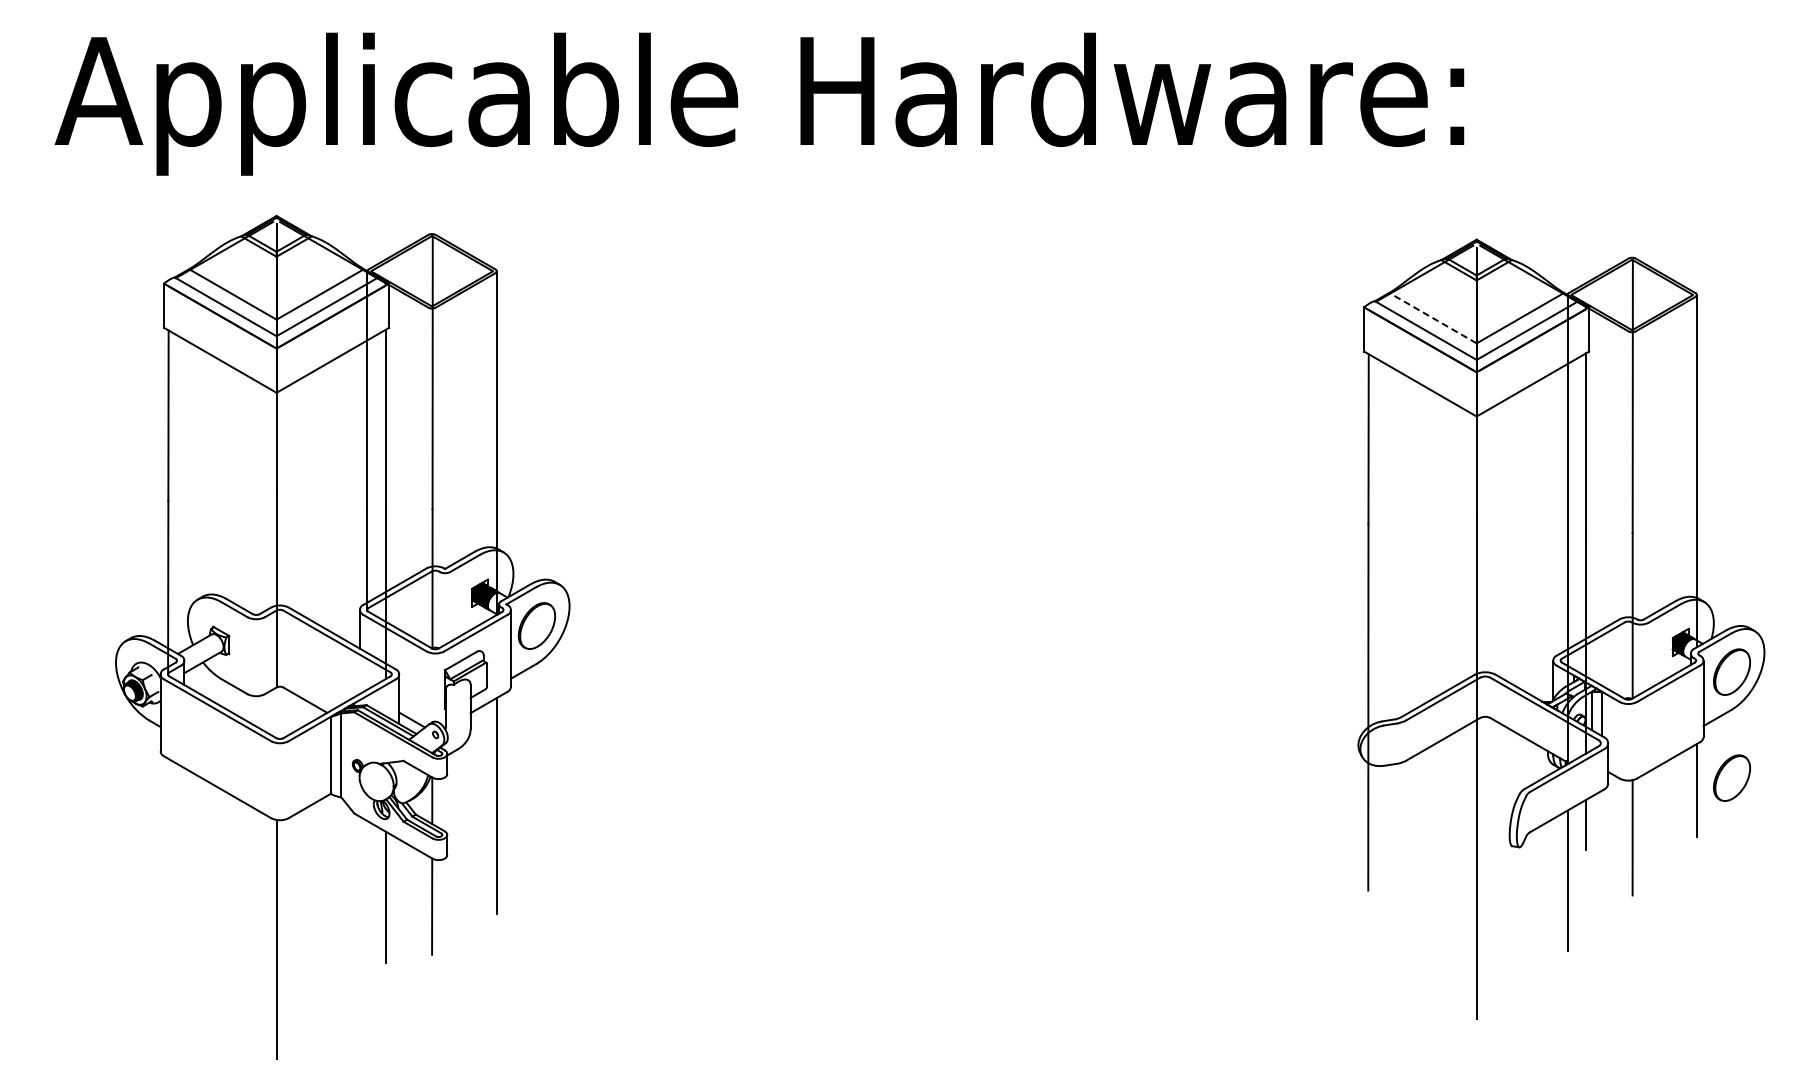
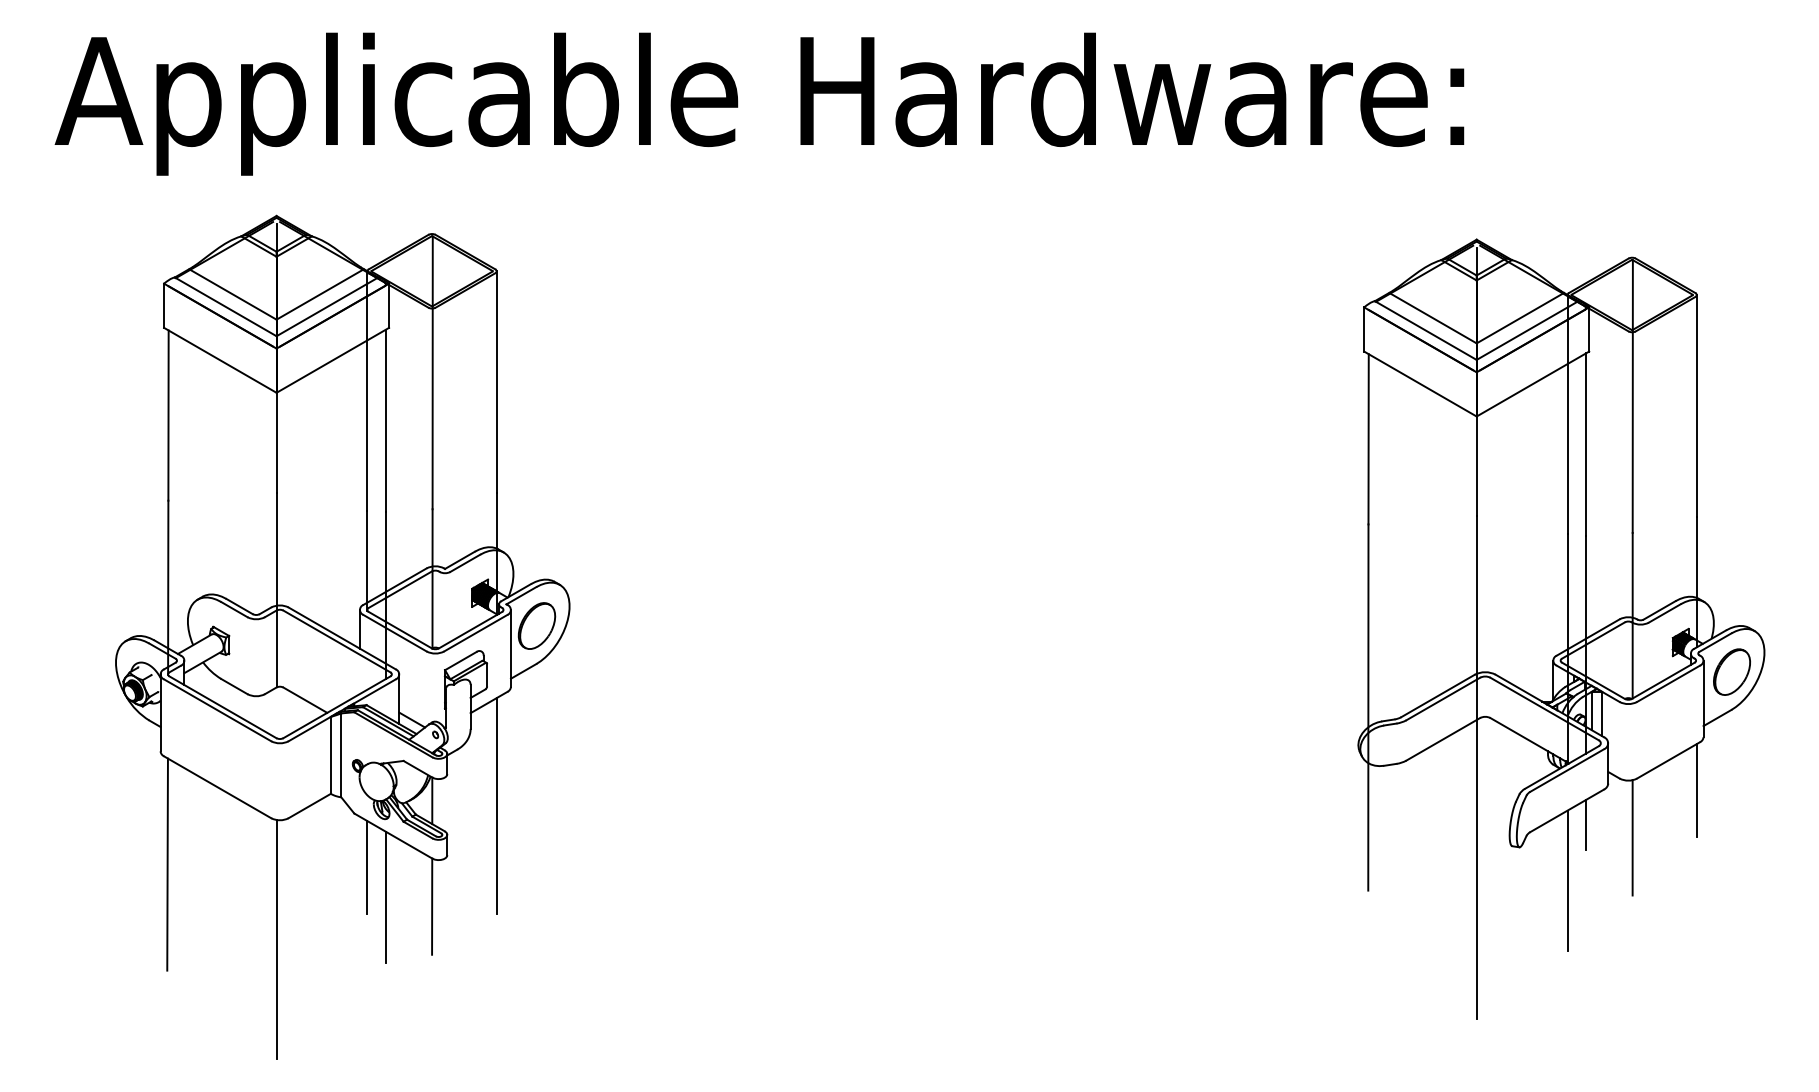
line at (1432, 317): dashed -> solid
part at (1731, 777): present -> none
line at (167, 864): none -> present
line at (367, 867): none -> present
